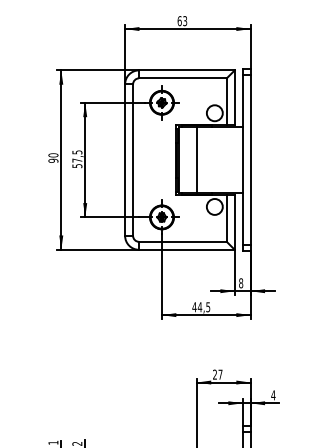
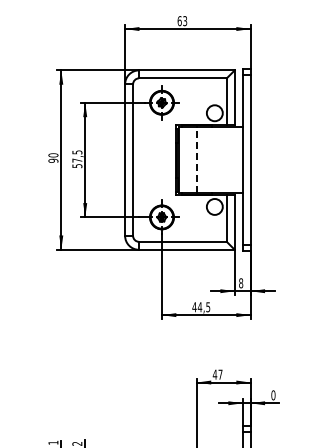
line at (196, 160): solid -> dashed
text at (214, 374): 27 -> 47
text at (273, 395): 4 -> 0
